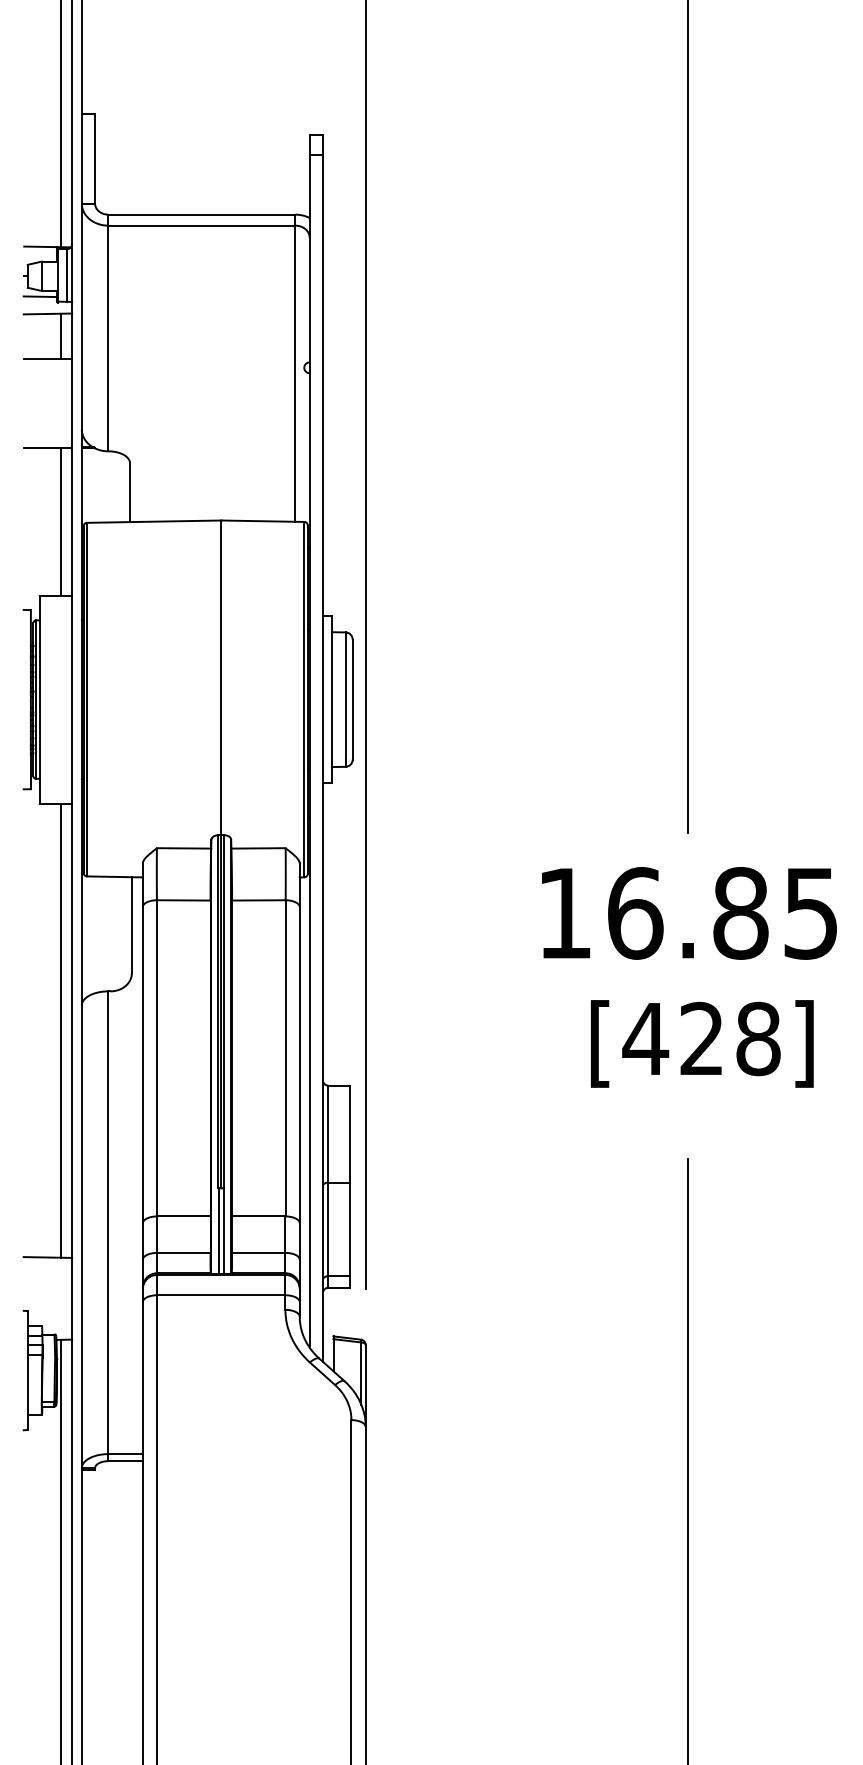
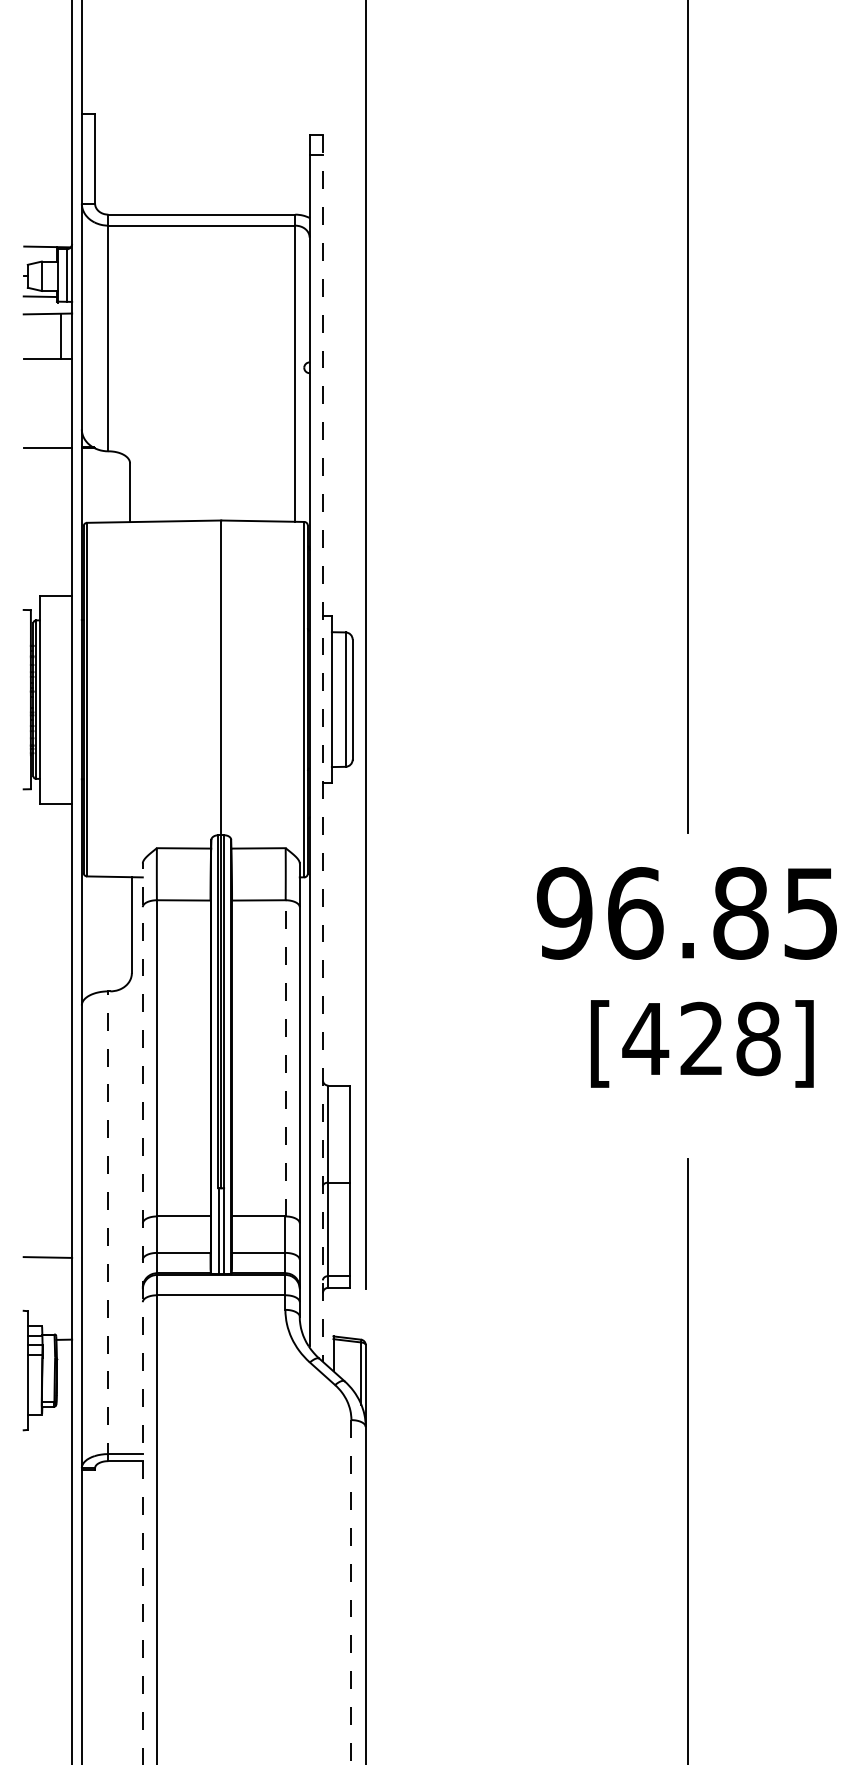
line at (61, 124): present -> none
line at (61, 521): present -> none
line at (322, 749): solid -> dashed
text at (564, 913): 16.85 -> 96.85
line at (61, 1030): present -> none
line at (285, 1057): solid -> dashed
line at (108, 1226): solid -> dashed
line at (142, 1313): solid -> dashed
line at (61, 1550): present -> none
line at (351, 1592): solid -> dashed
